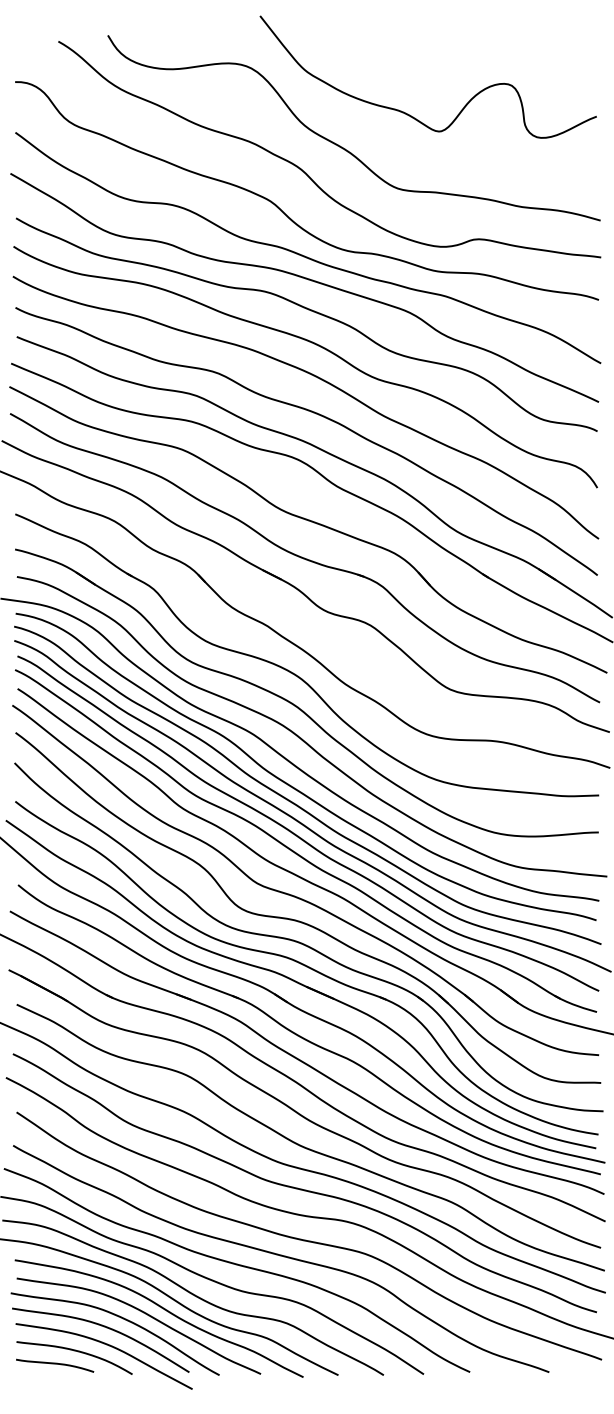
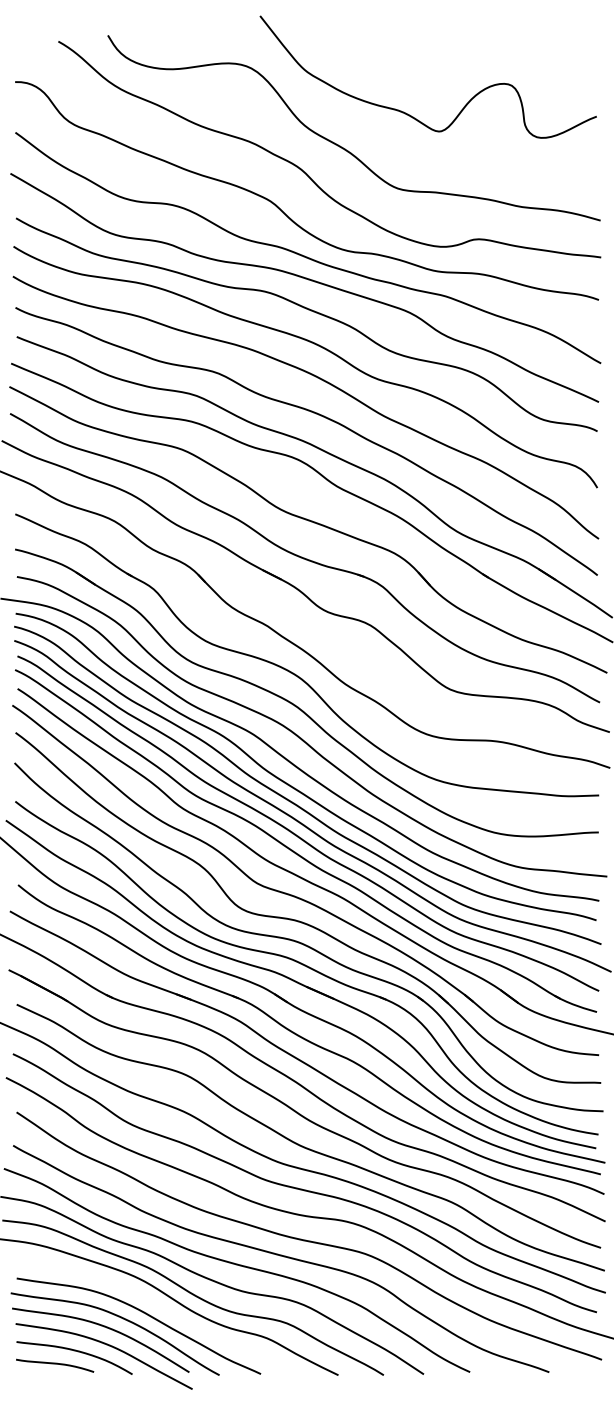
curve at (164, 1310): present -> none
